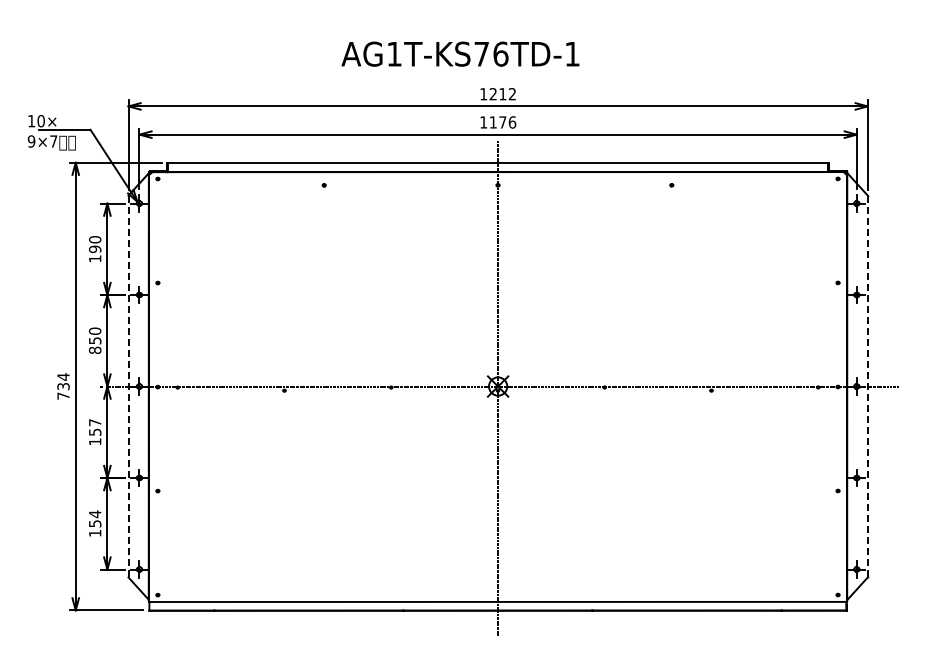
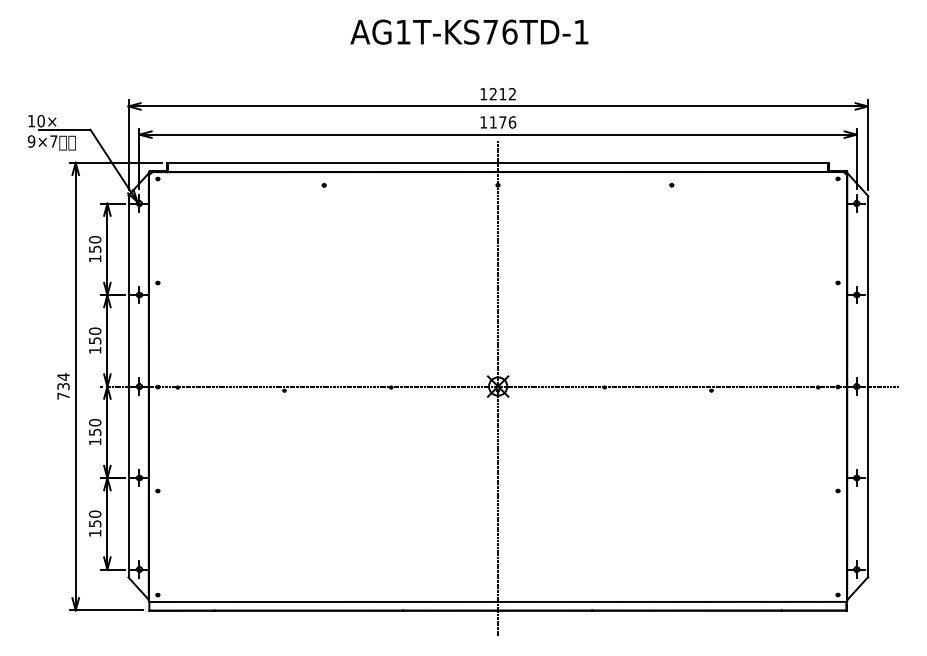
text at (460, 53) position: (460, 53) -> (469, 31)
text at (95, 249): 190 -> 150
text at (94, 350): 850 -> 150
line at (128, 386): dashed -> solid
line at (867, 386): dashed -> solid
text at (95, 422): 157 -> 150
text at (95, 514): 154 -> 150
